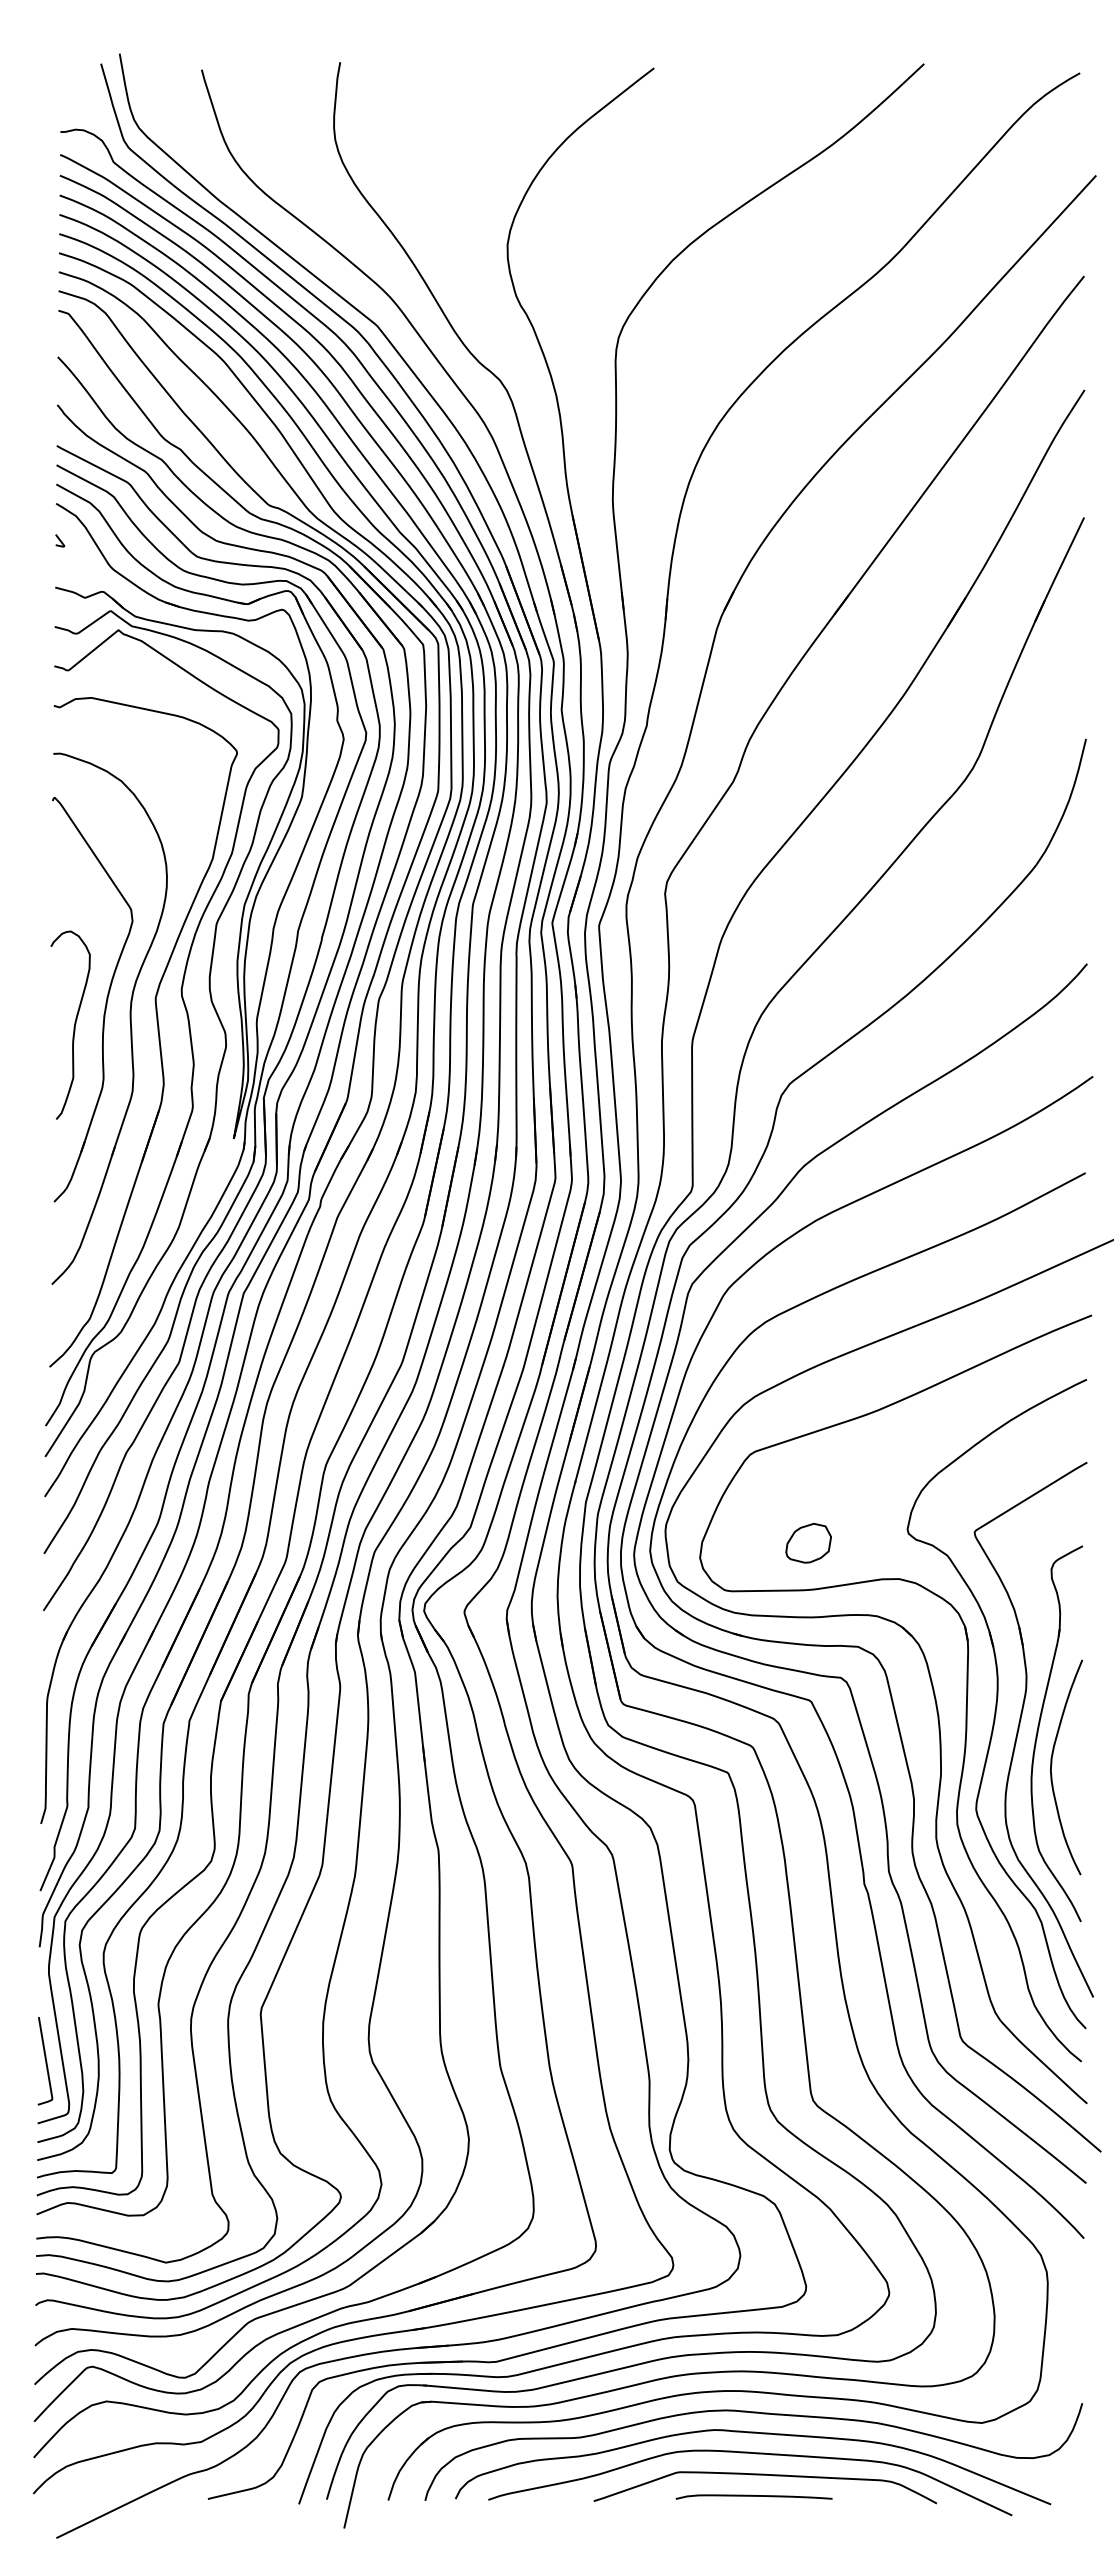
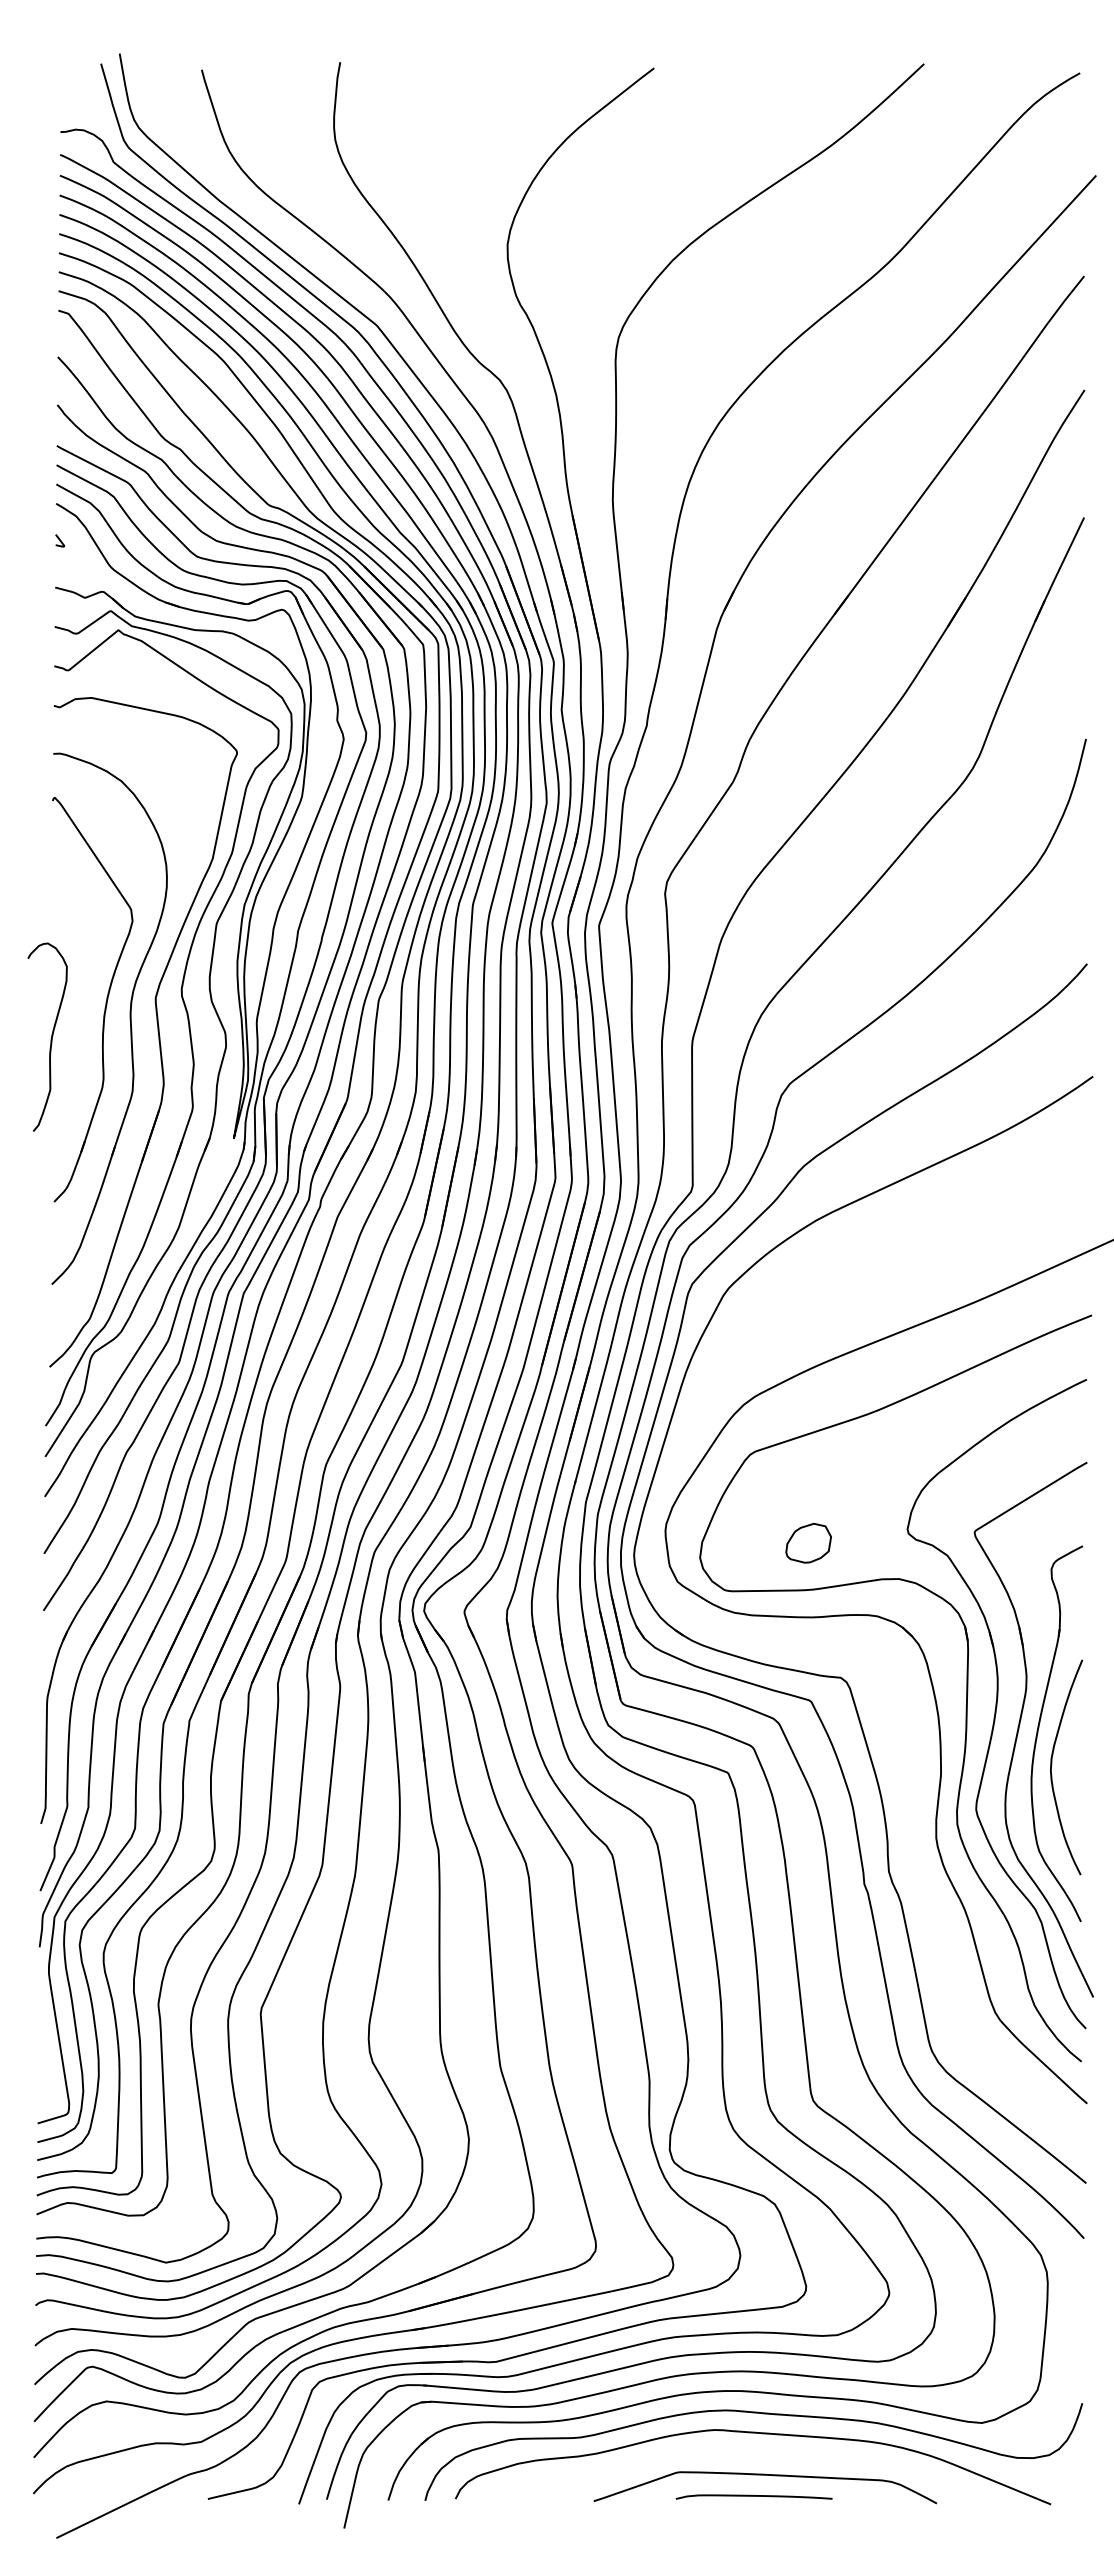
curve at (73, 1026) position: (73, 1026) -> (50, 1038)
part at (875, 1662): present -> none
curve at (45, 2061): present -> none
curve at (755, 2454): present -> none
